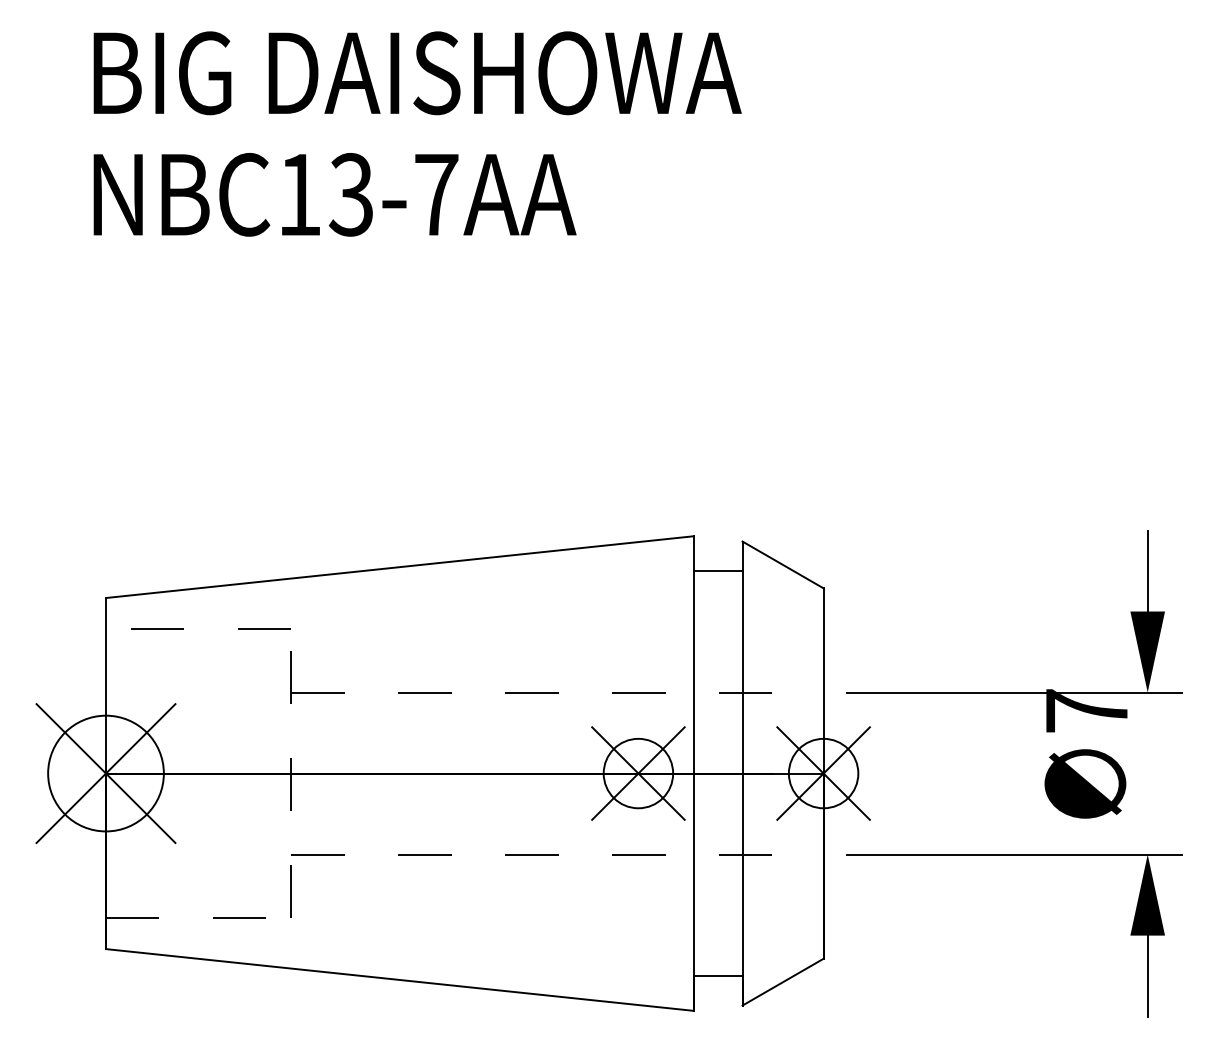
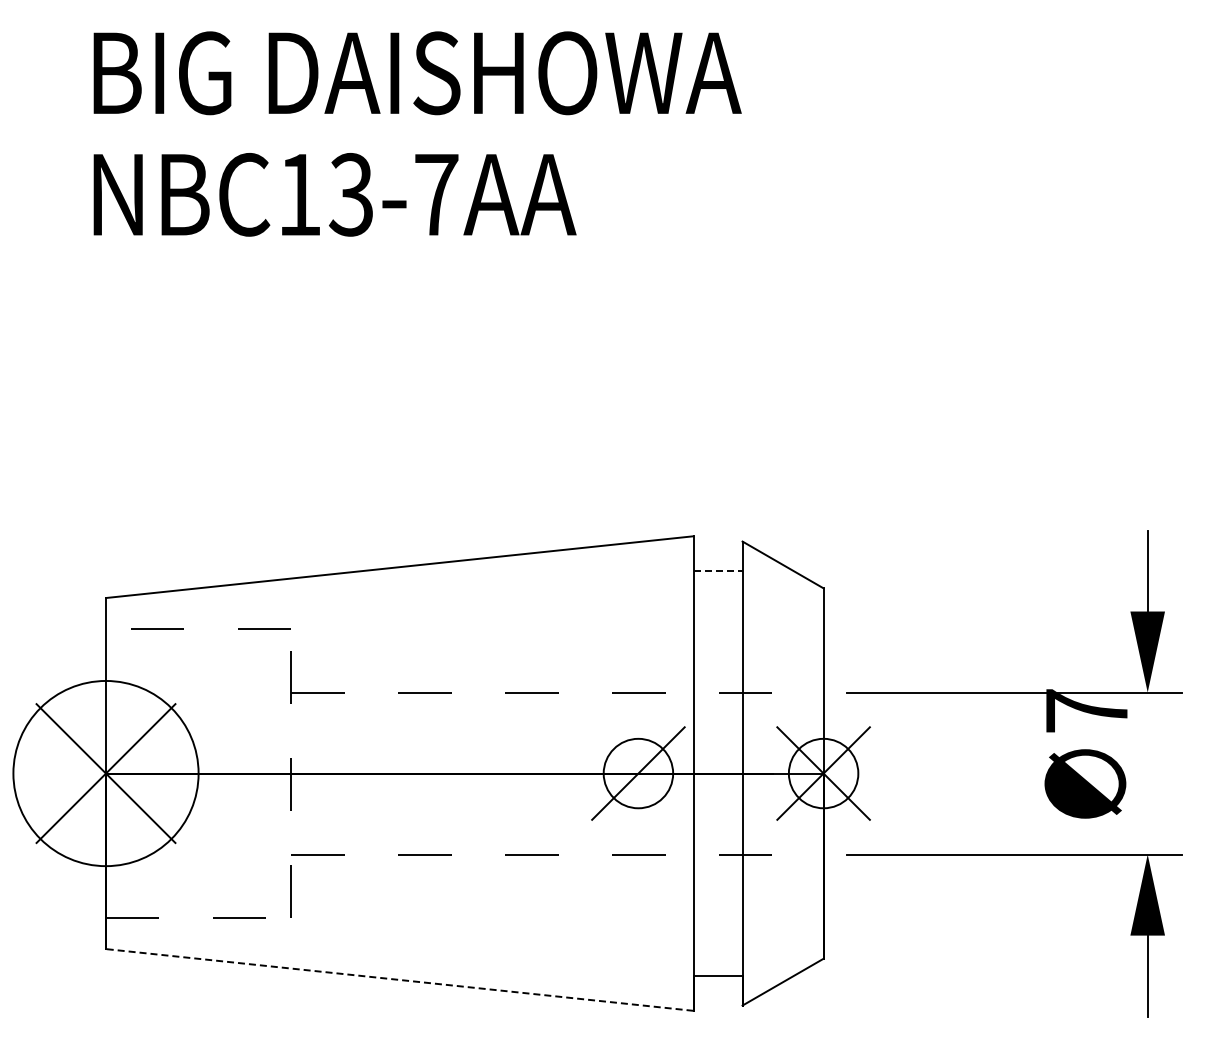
line at (718, 571): solid -> dashed
circle at (105, 773) diameter: 116 px -> 185 px
line at (638, 773): present -> none
line at (399, 979): solid -> dashed
